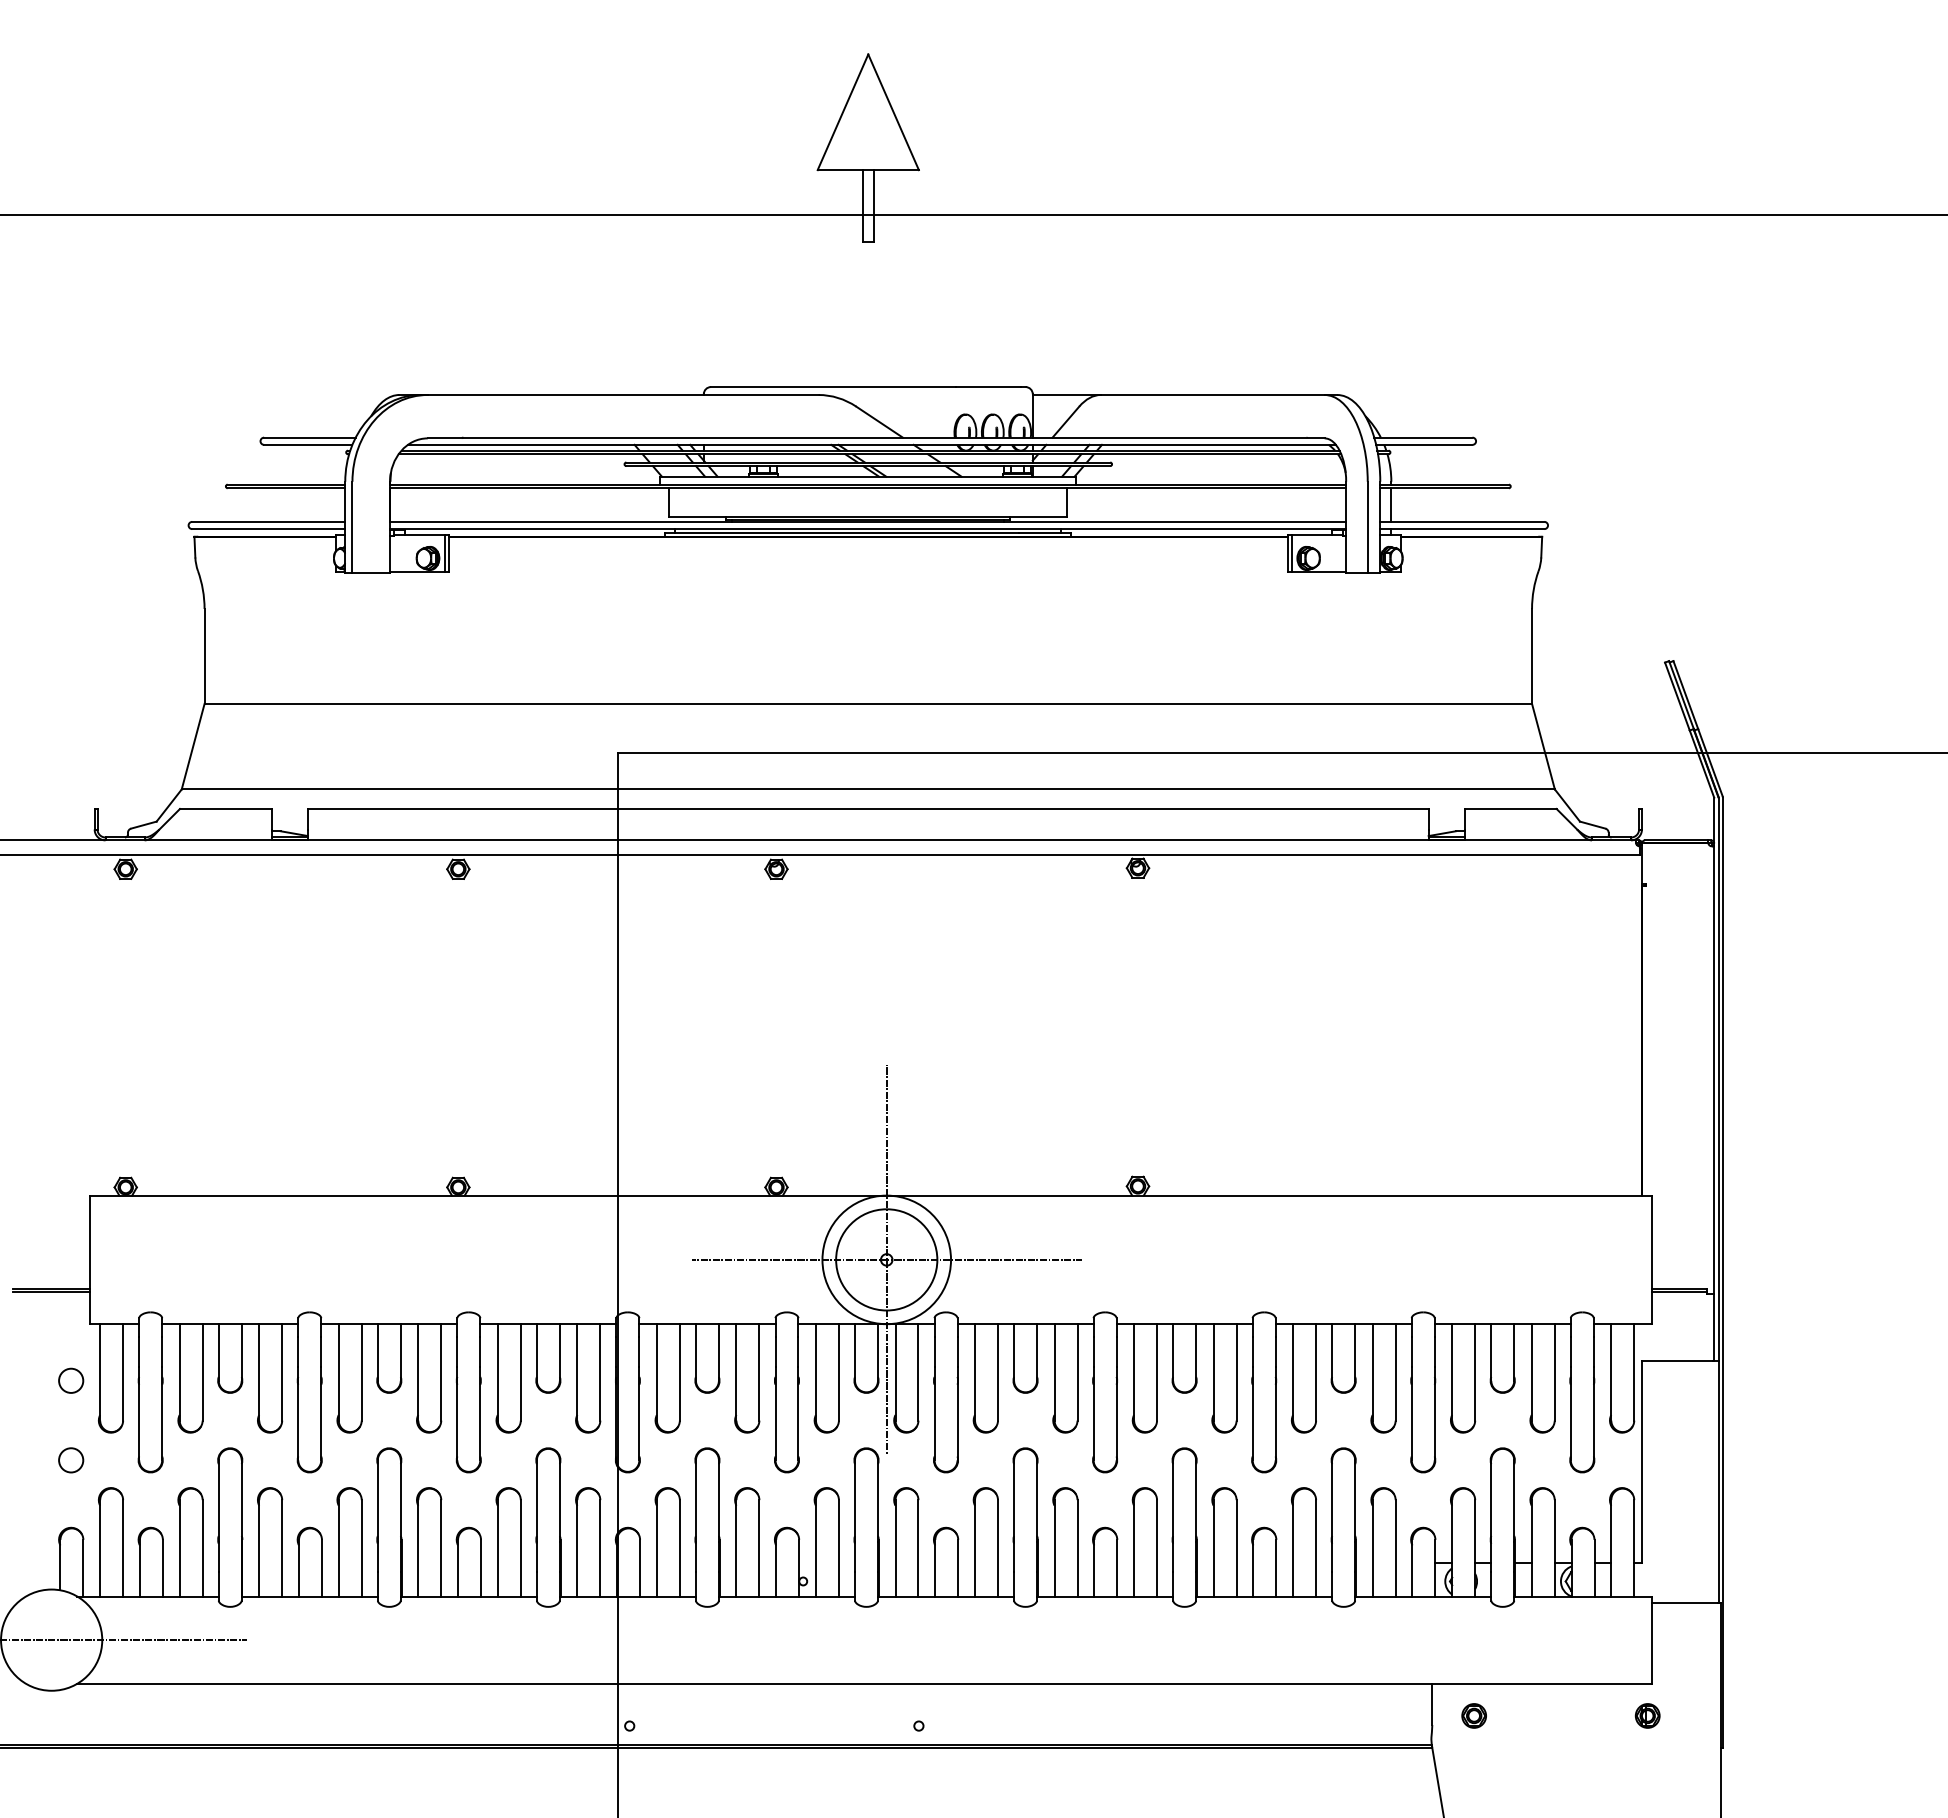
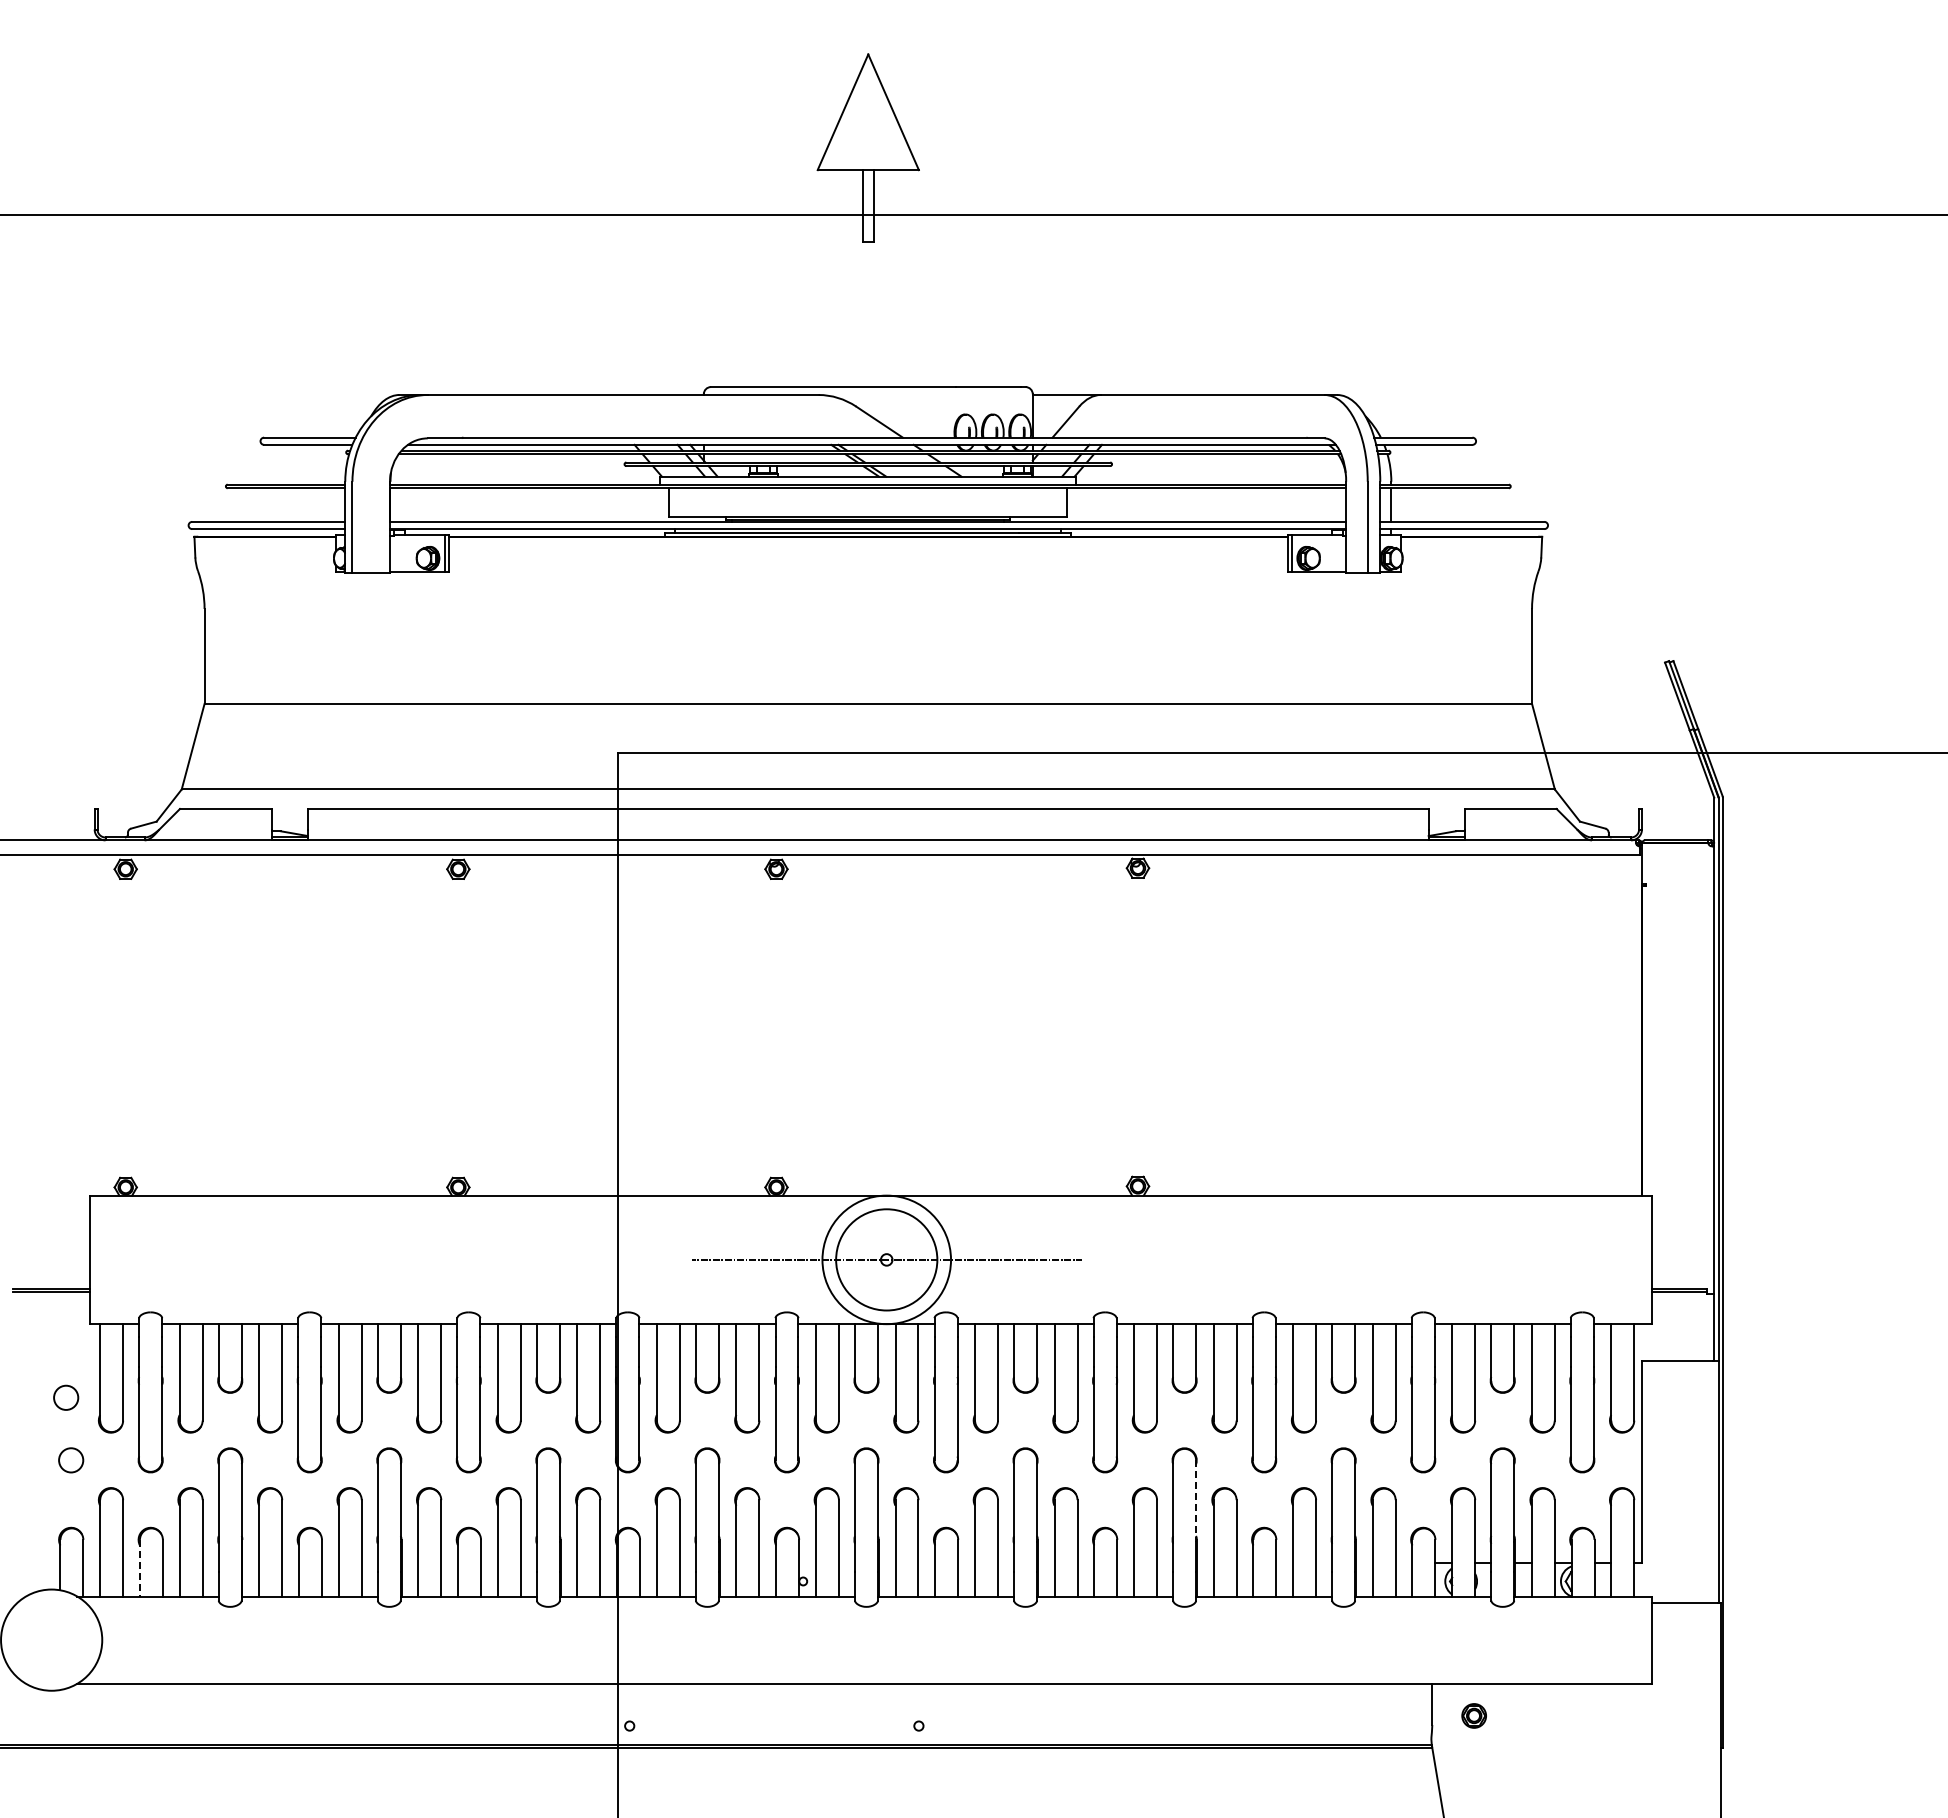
line at (886, 1259): present -> none
circle at (71, 1380) position: (71, 1380) -> (66, 1397)
line at (1196, 1501): solid -> dashed
line at (139, 1568): solid -> dashed
line at (124, 1640): present -> none
part at (1647, 1715): present -> none
